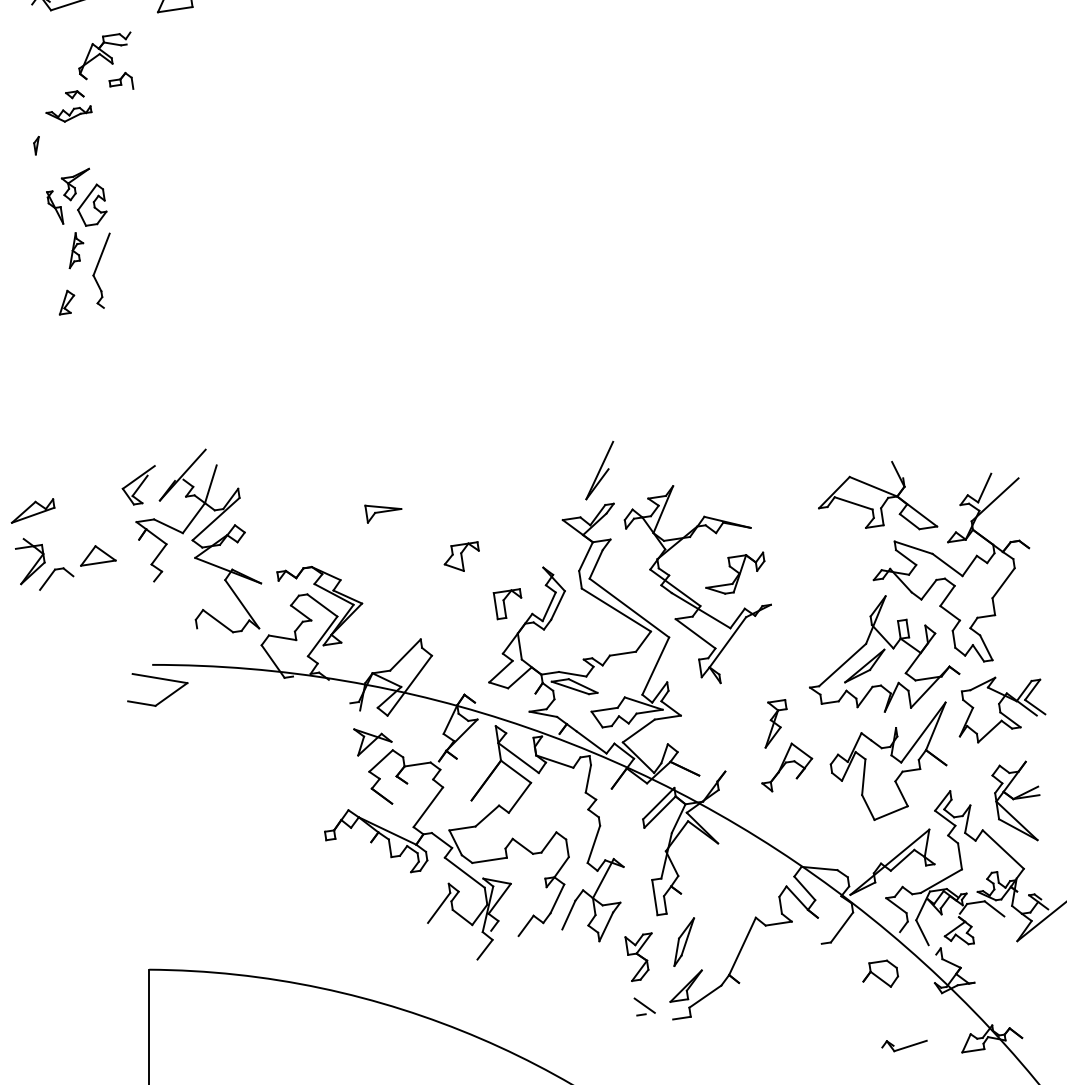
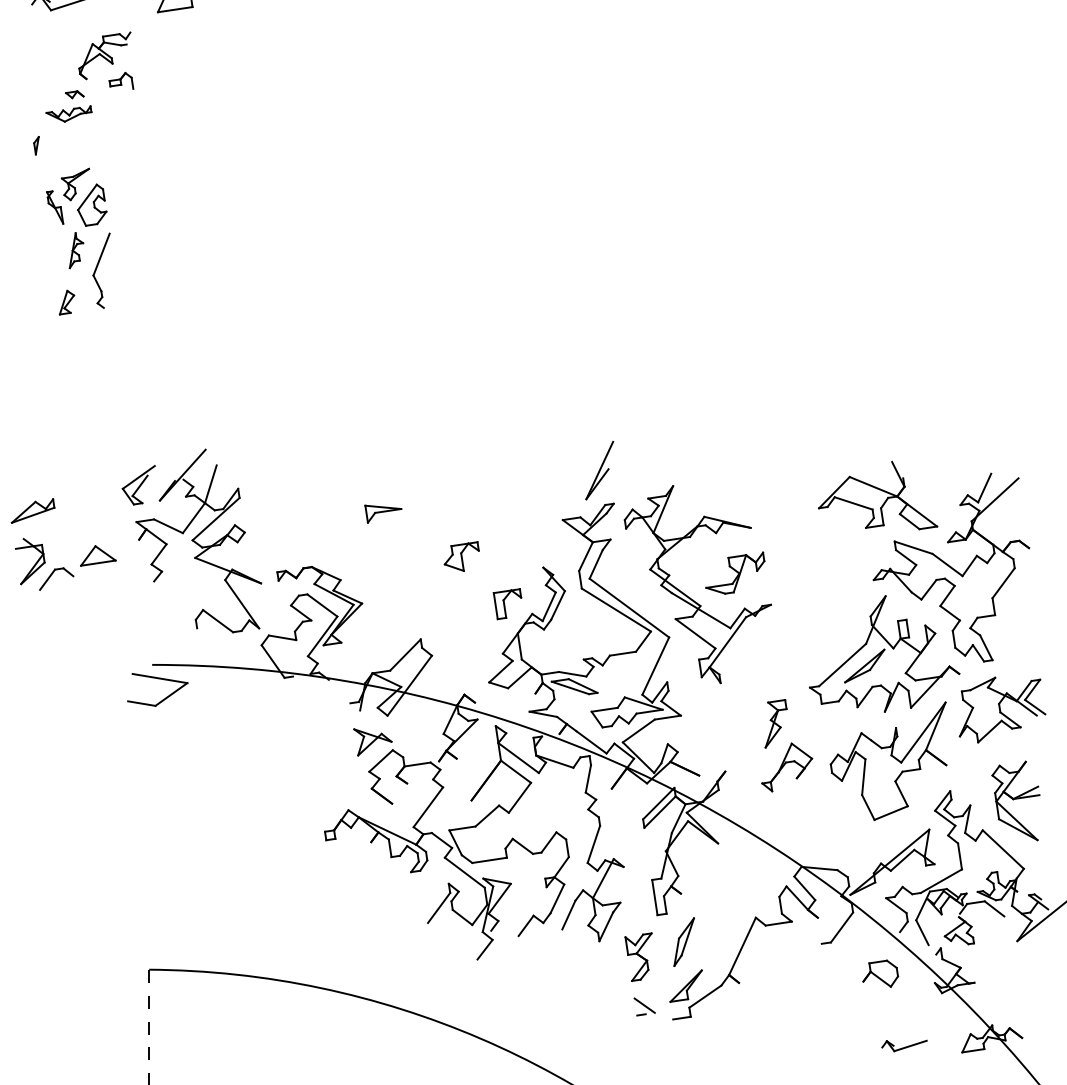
line at (149, 1027): solid -> dashed
